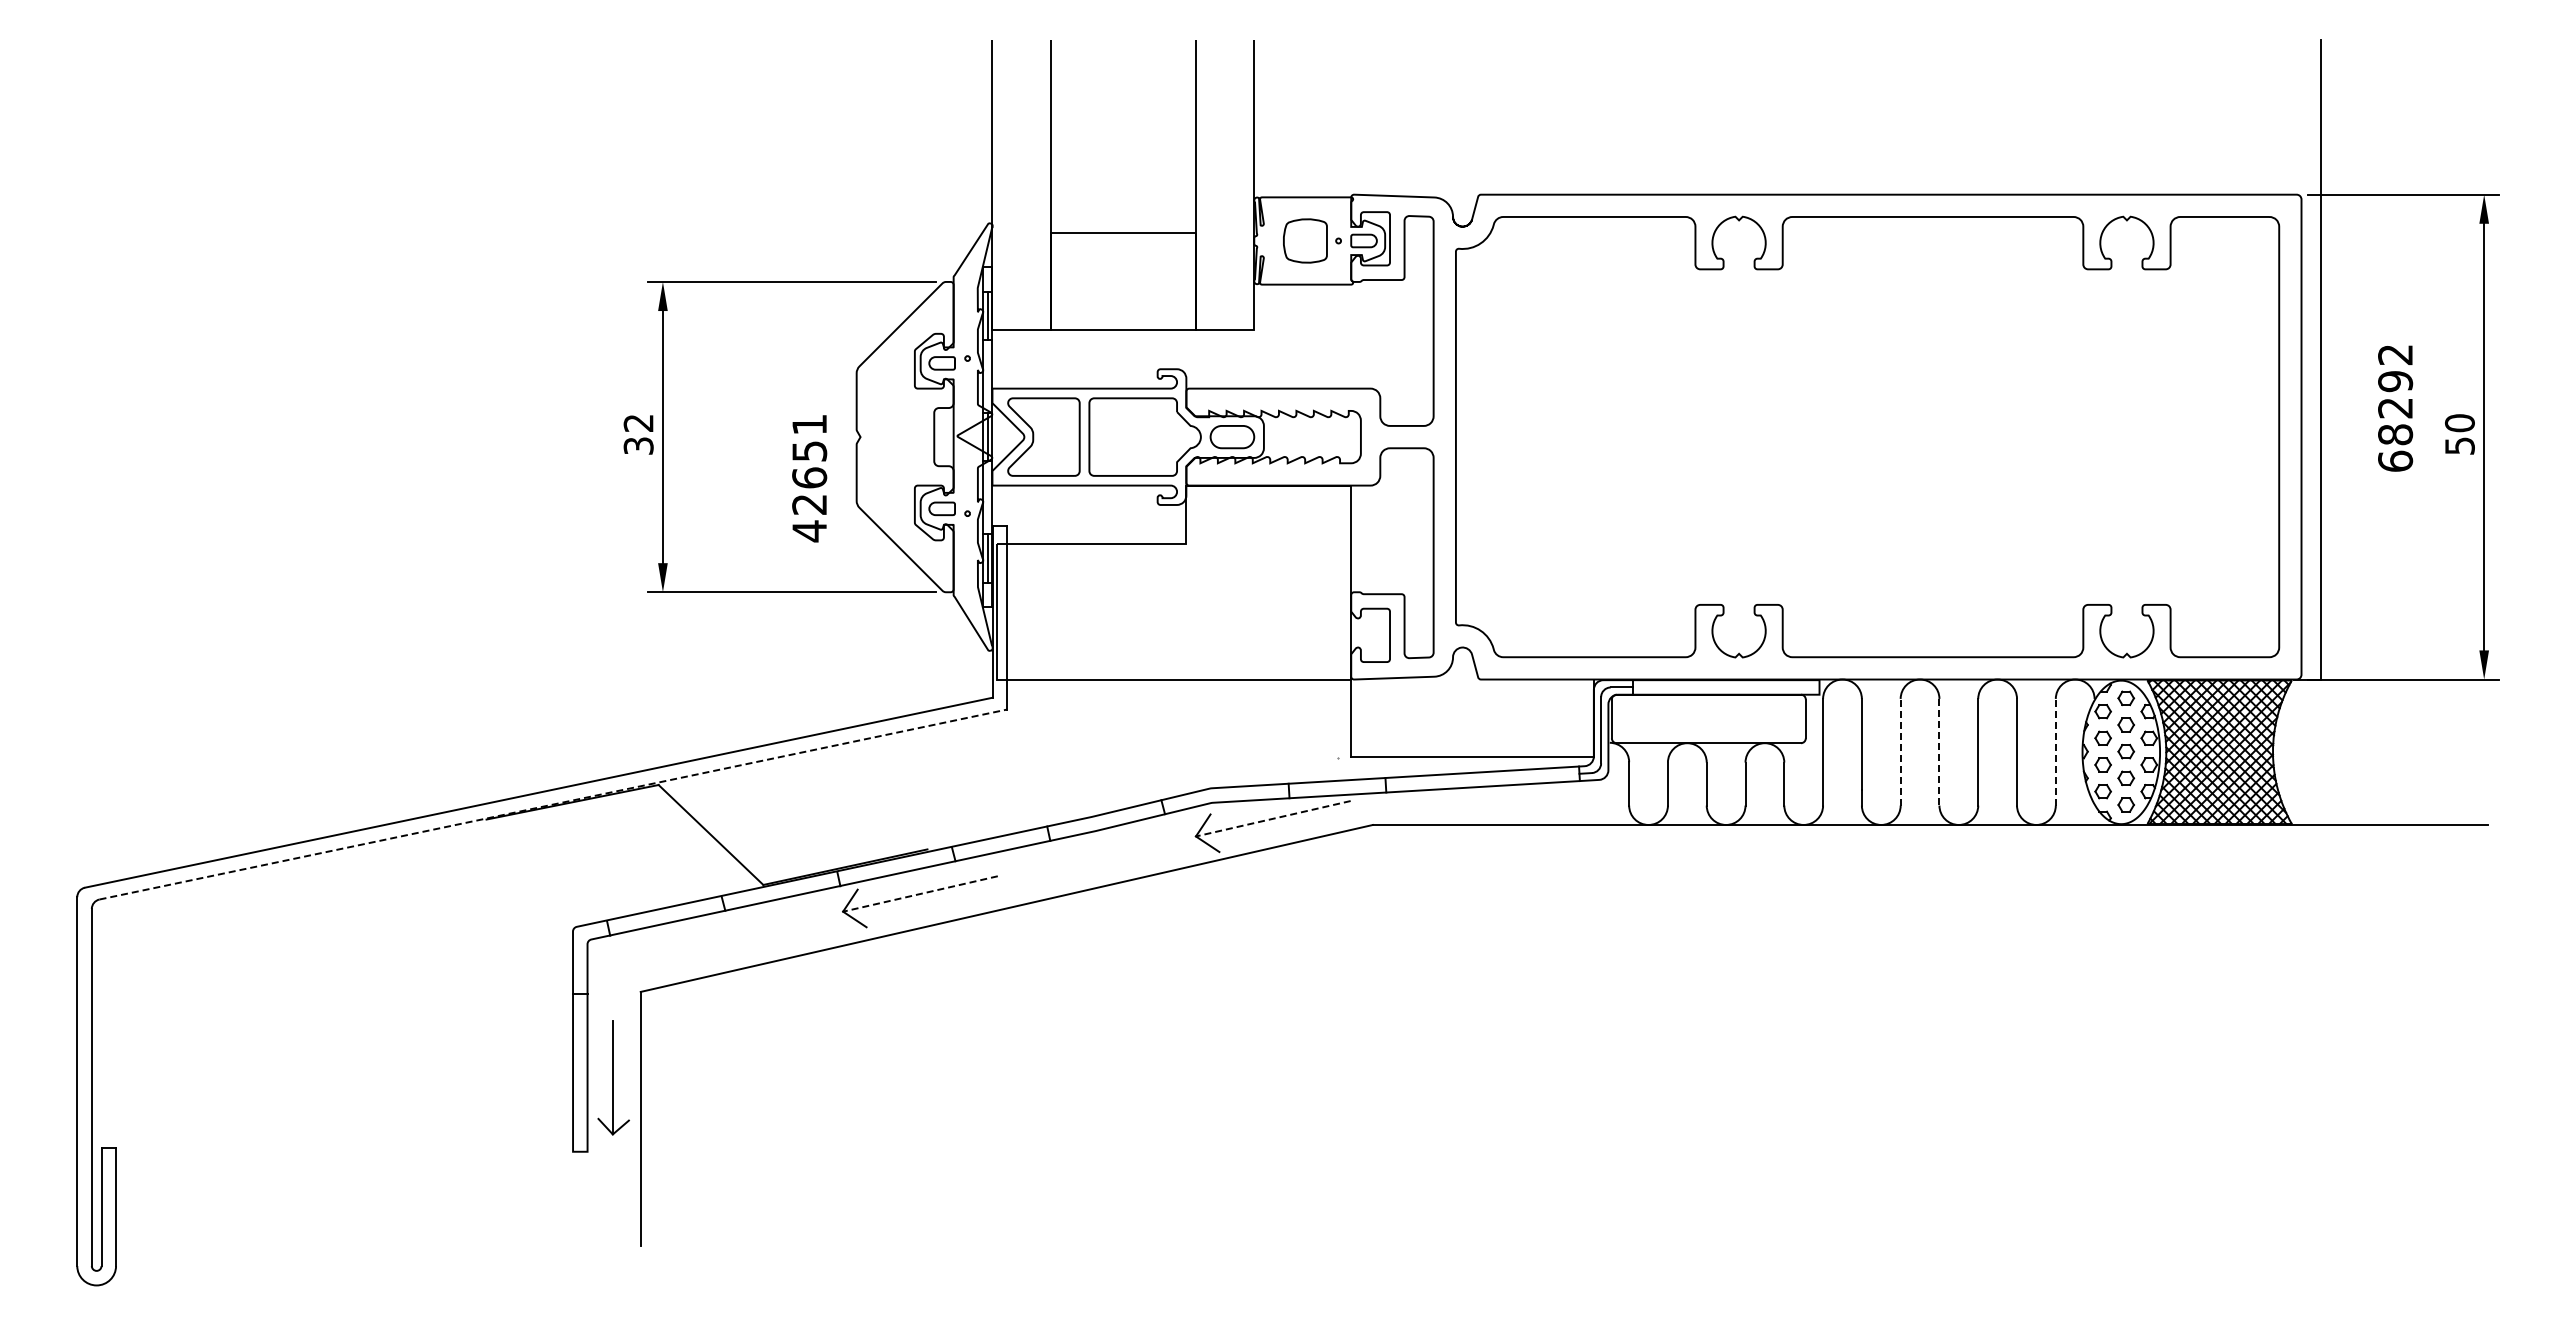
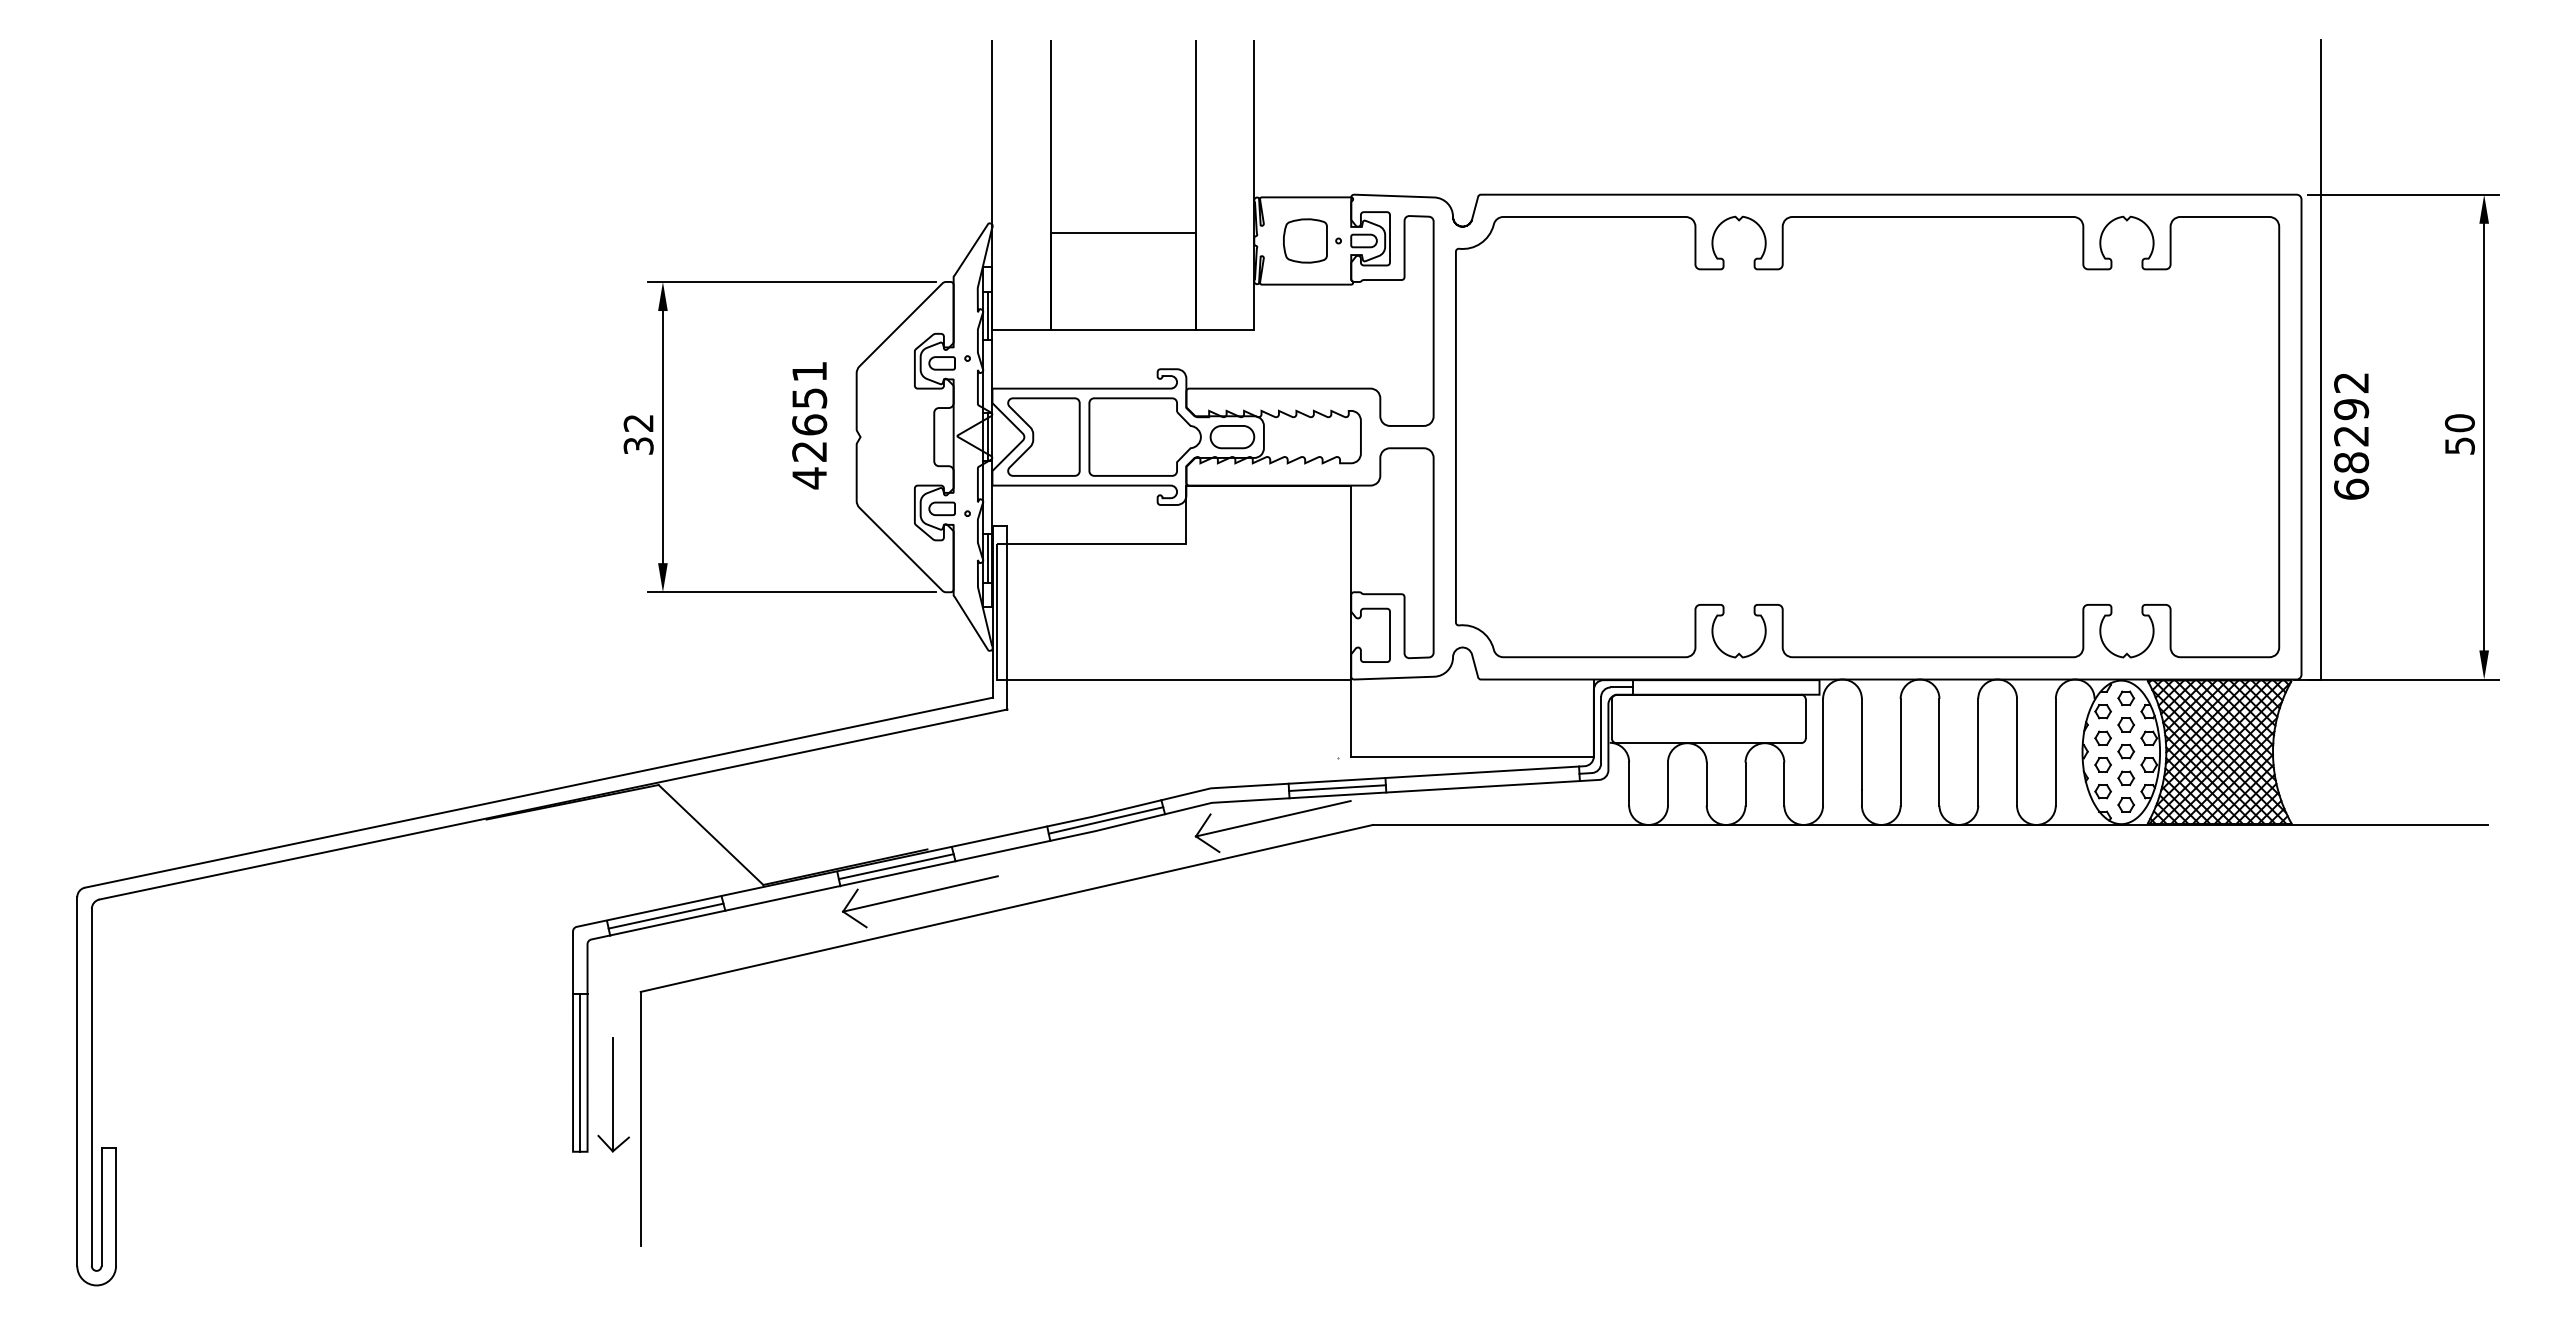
text at (2395, 408) position: (2395, 408) -> (2351, 436)
text at (809, 478) position: (809, 478) -> (809, 425)
line at (1900, 751): dashed -> solid
line at (2055, 751): dashed -> solid
line at (1939, 752): dashed -> solid
line at (1337, 787): none -> present
line at (553, 804): dashed -> solid
line at (1272, 818): dashed -> solid
line at (1105, 820): none -> present
line at (895, 866): none -> present
line at (919, 894): dashed -> solid
line at (665, 915): none -> present
line at (580, 1072): none -> present
part at (613, 1077) position: (613, 1077) -> (613, 1094)
